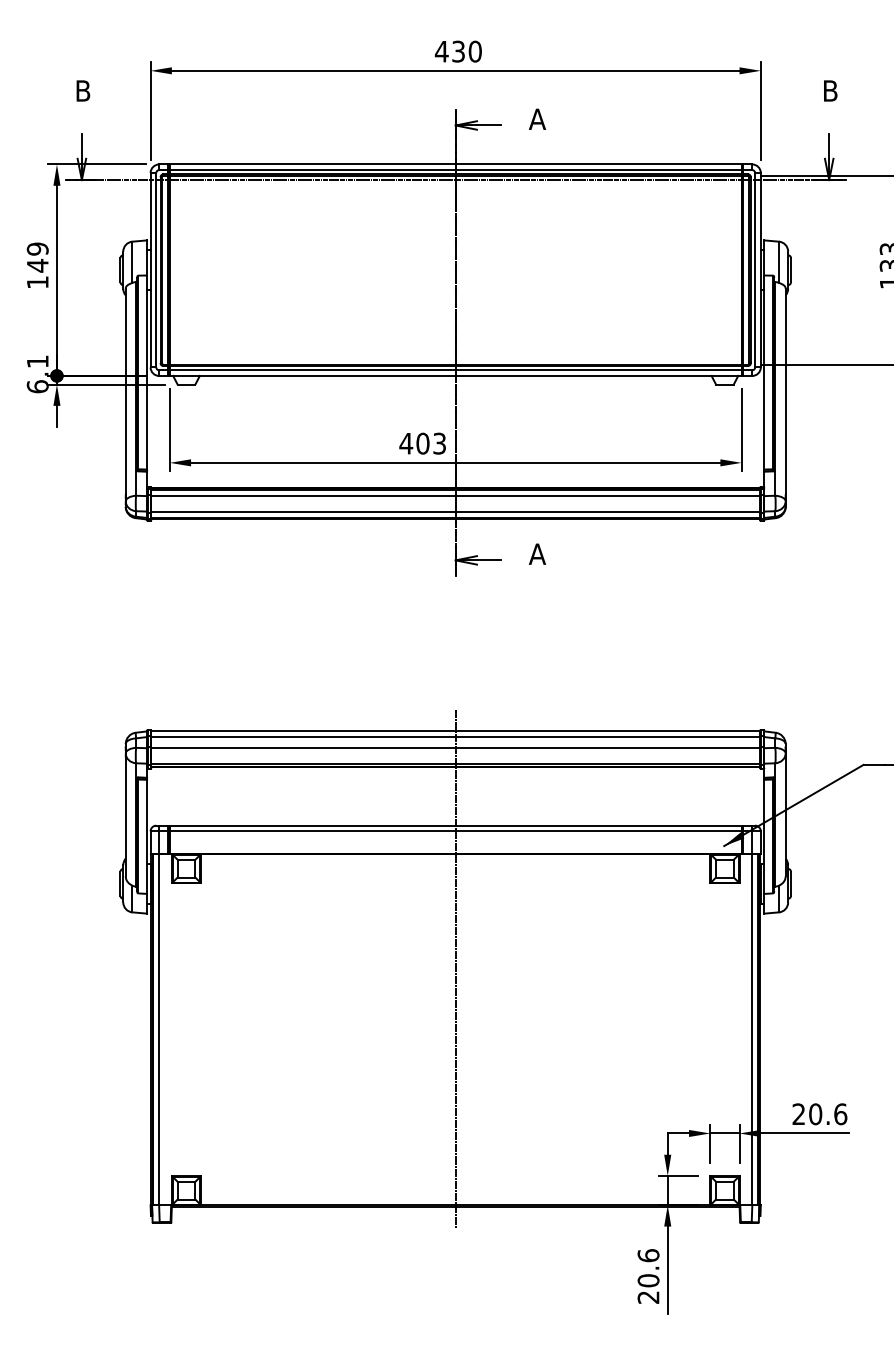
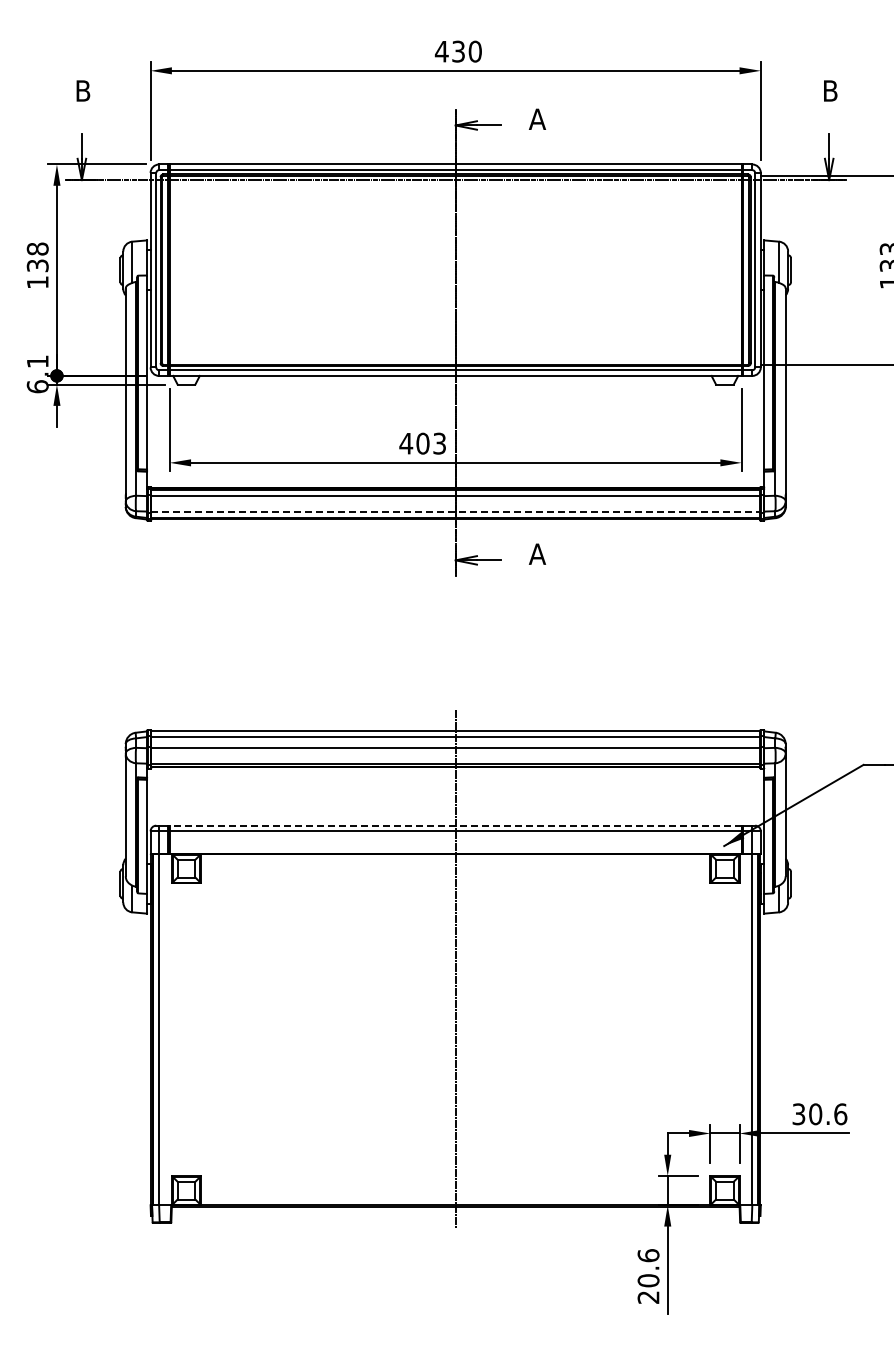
text at (37, 257): 149 -> 138
line at (456, 511): solid -> dashed
line at (455, 825): solid -> dashed
text at (798, 1114): 20.6 -> 30.6
